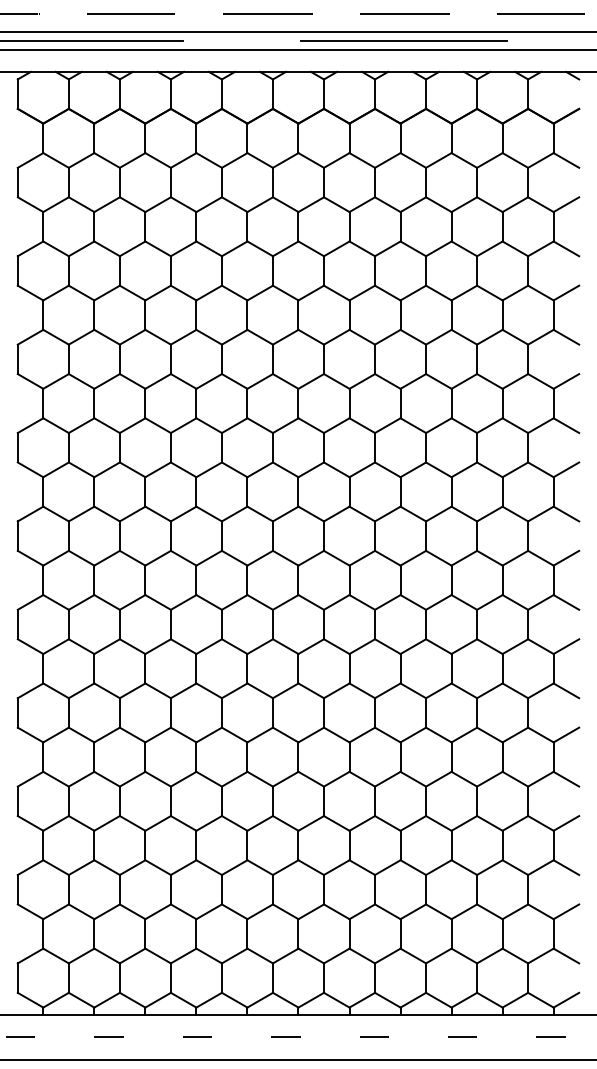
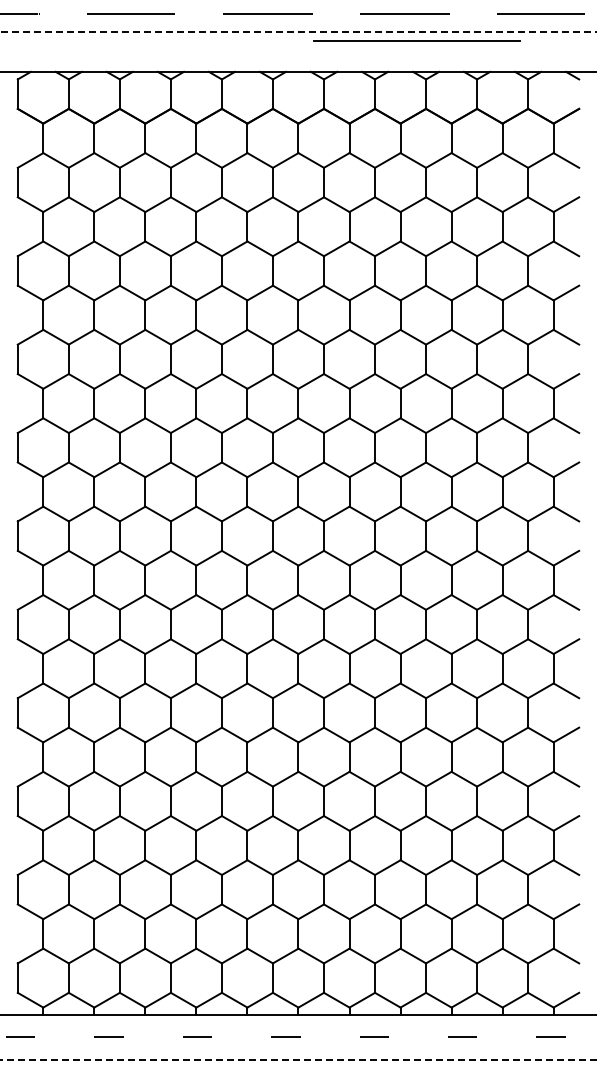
line at (297, 32): solid -> dashed
line at (92, 40): present -> none
line at (403, 40) position: (403, 40) -> (416, 40)
line at (297, 49): present -> none
line at (297, 1060): solid -> dashed
